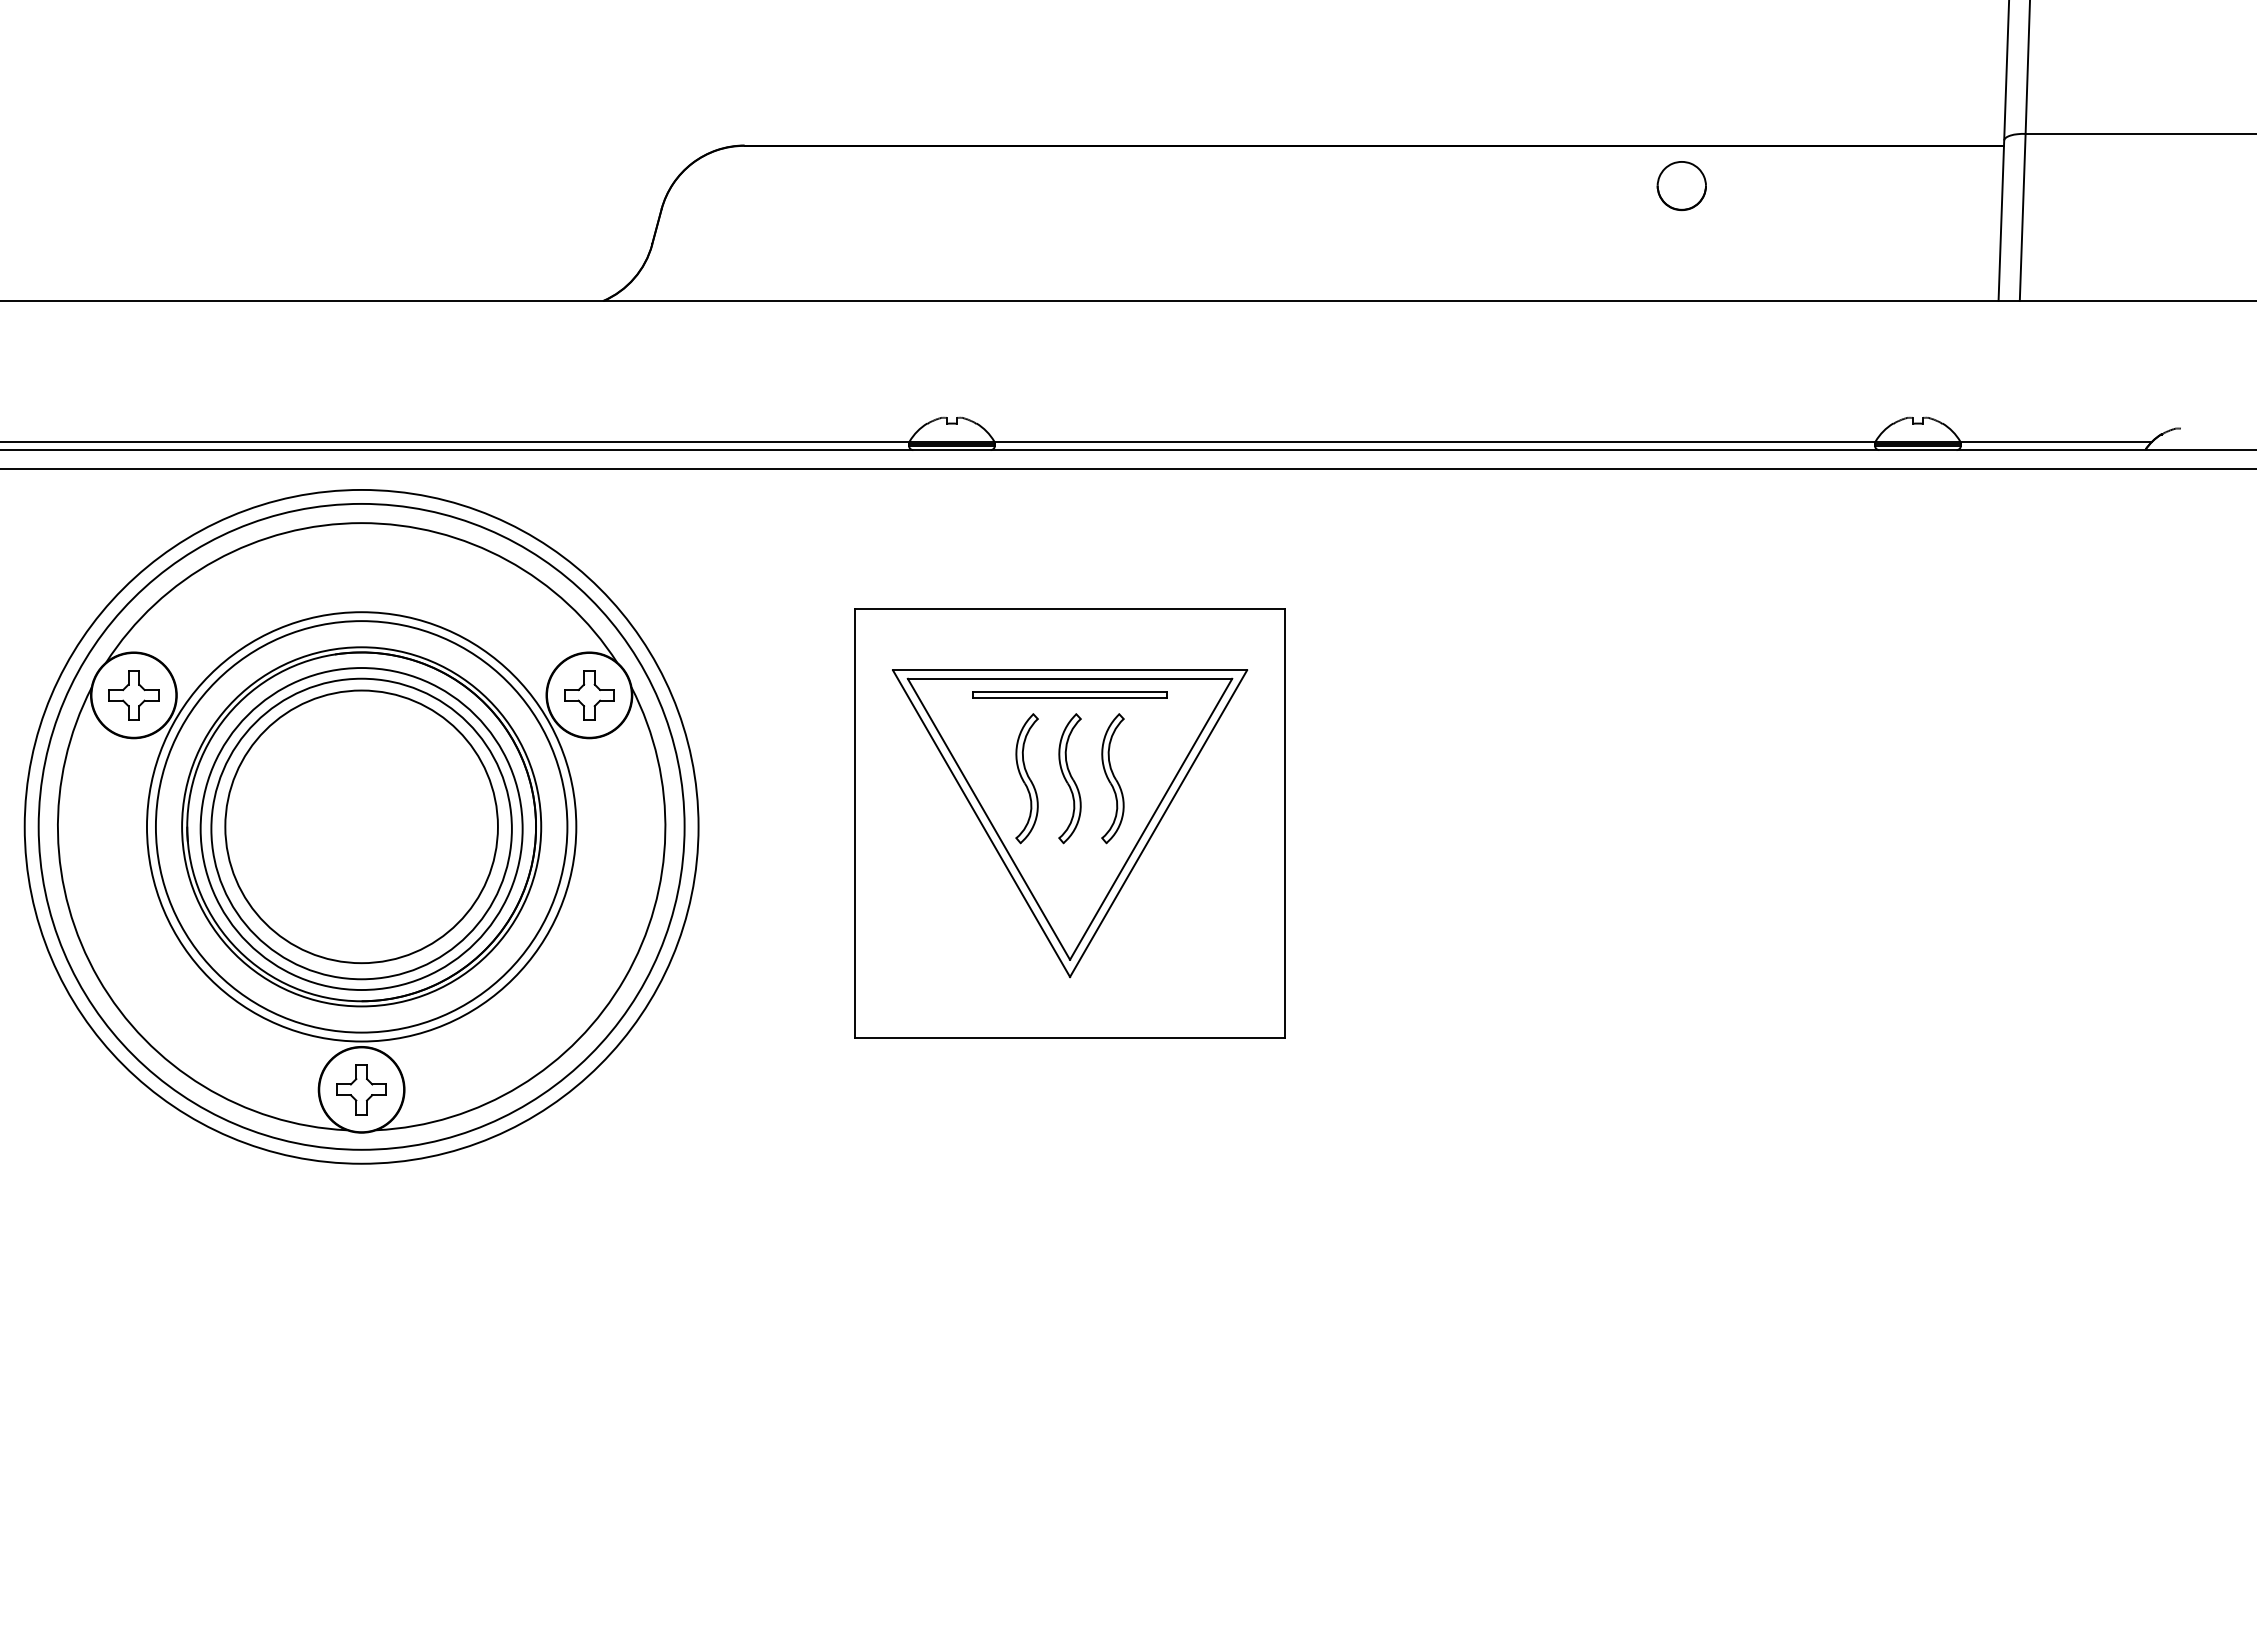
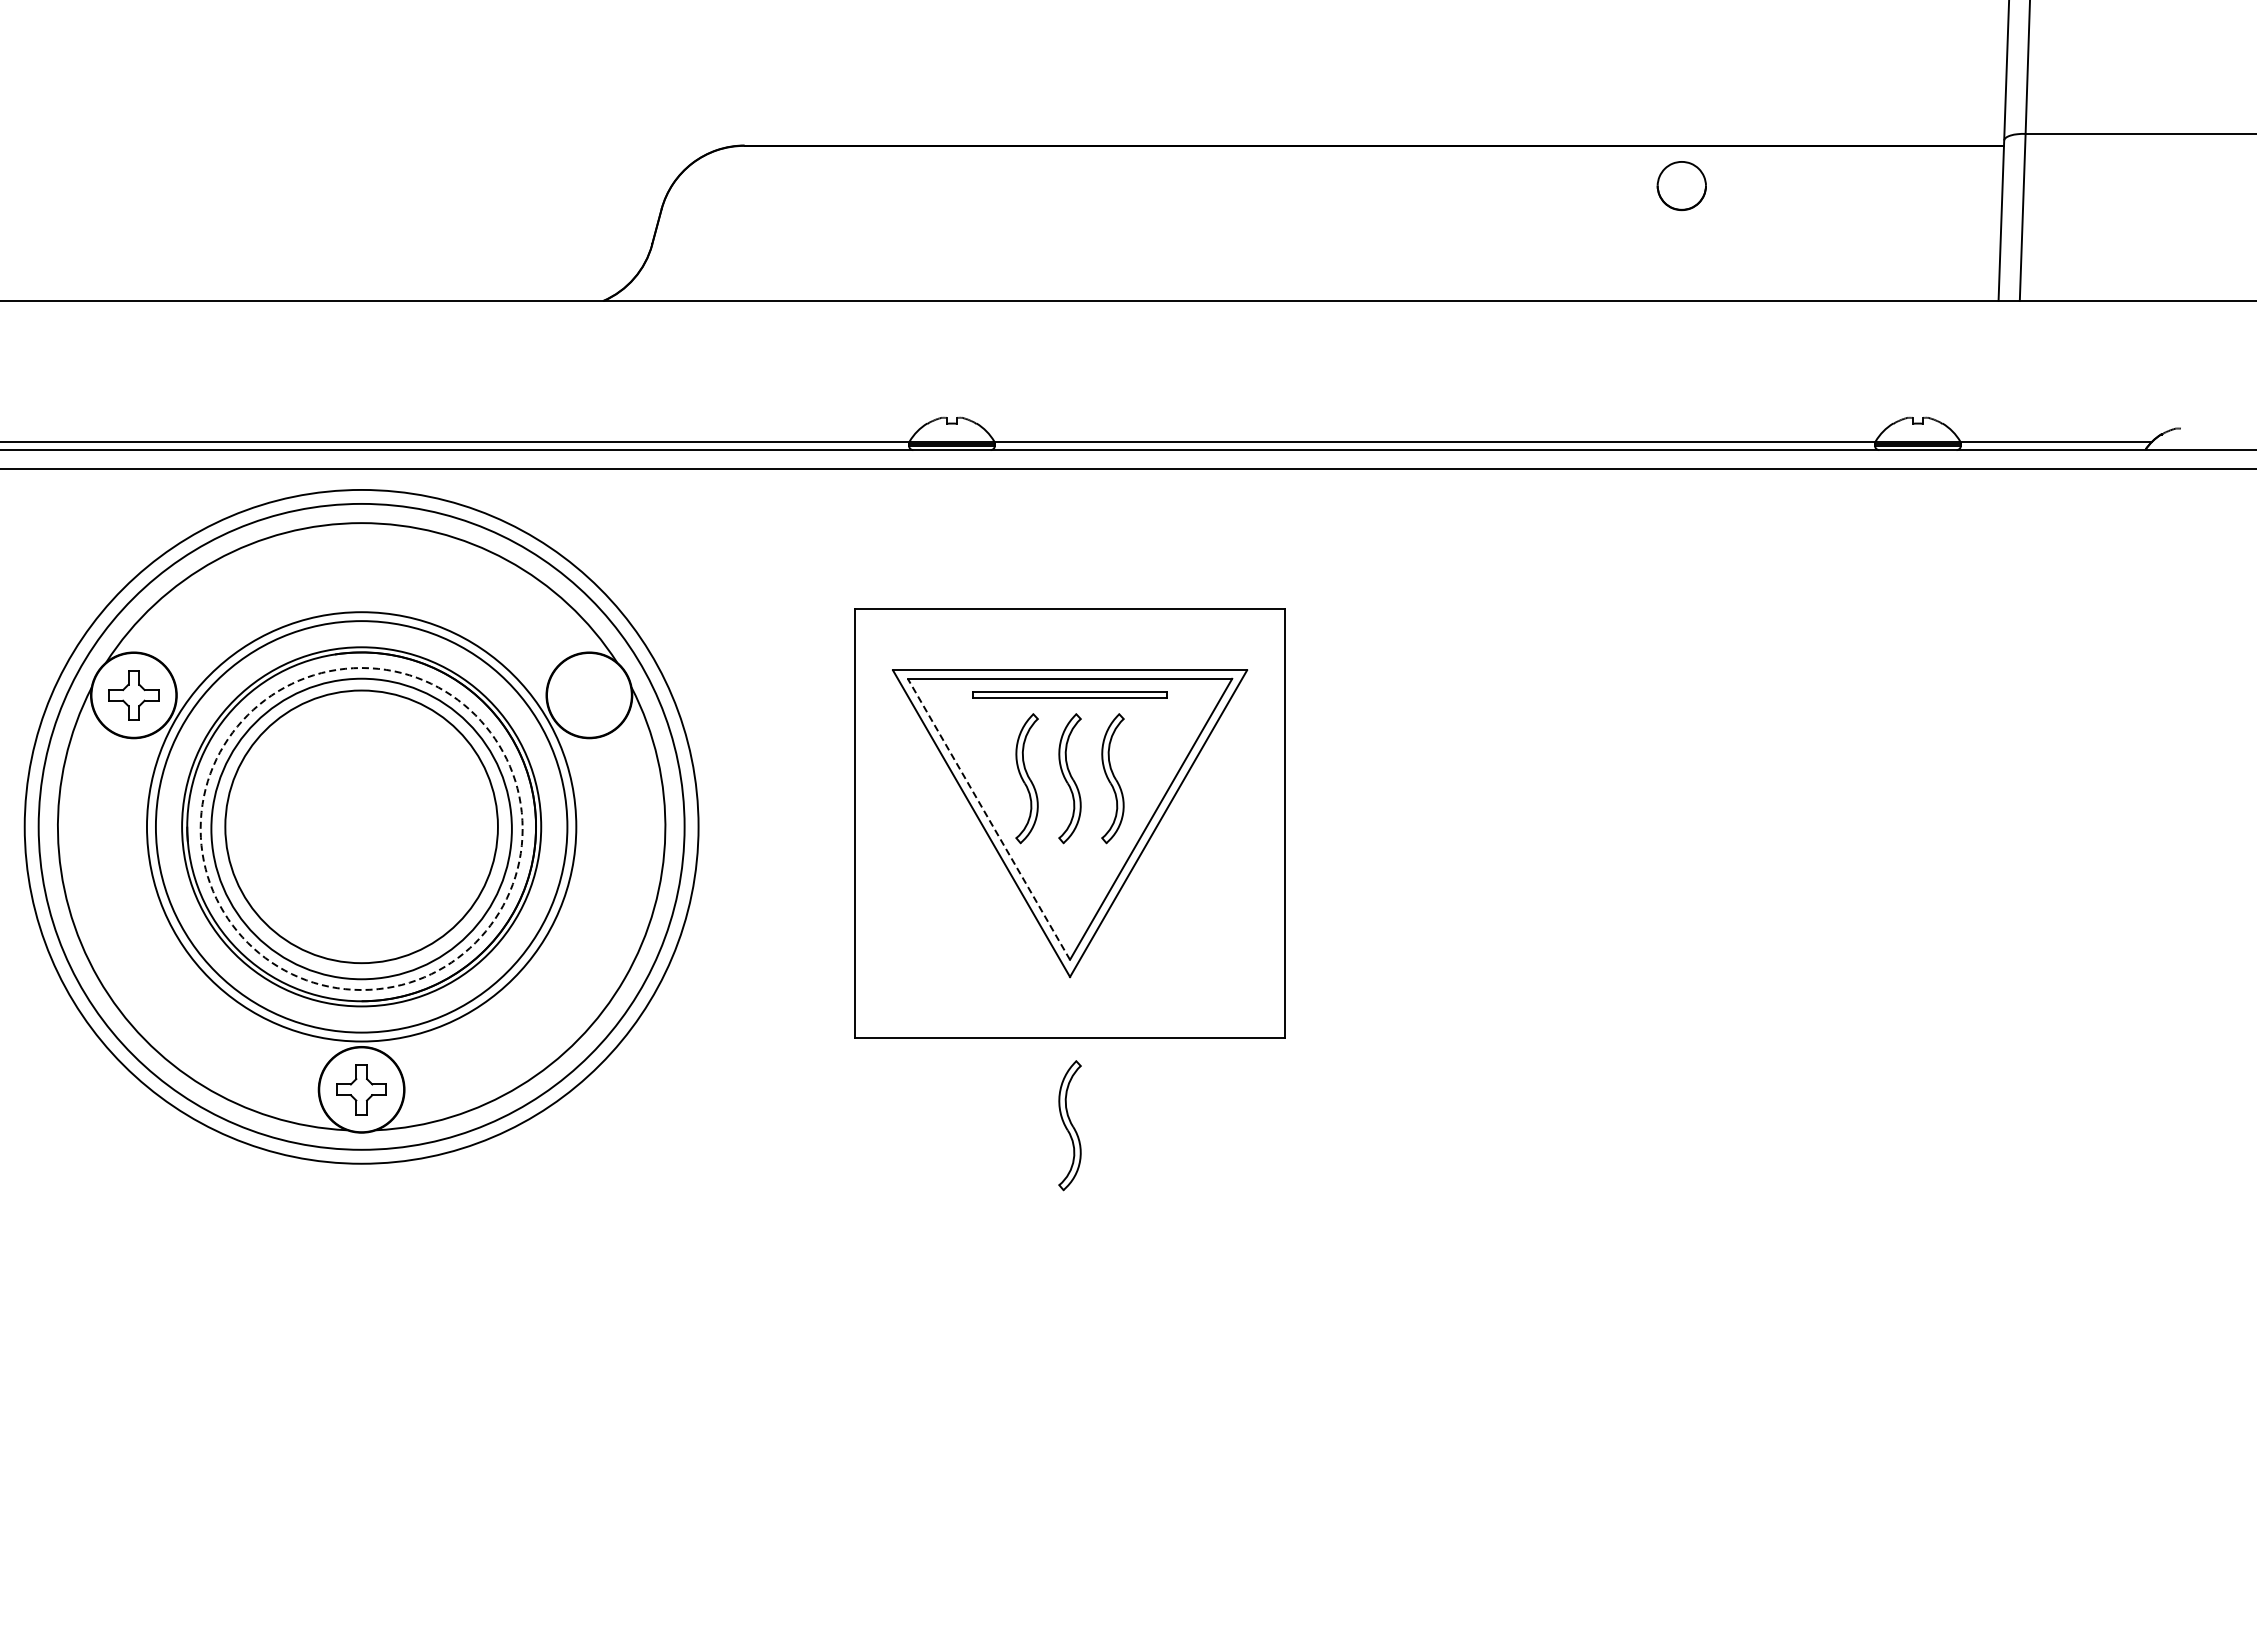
part at (589, 695): present -> none
line at (988, 818): solid -> dashed
circle at (361, 829): solid -> dashed
part at (1069, 1125): none -> present
